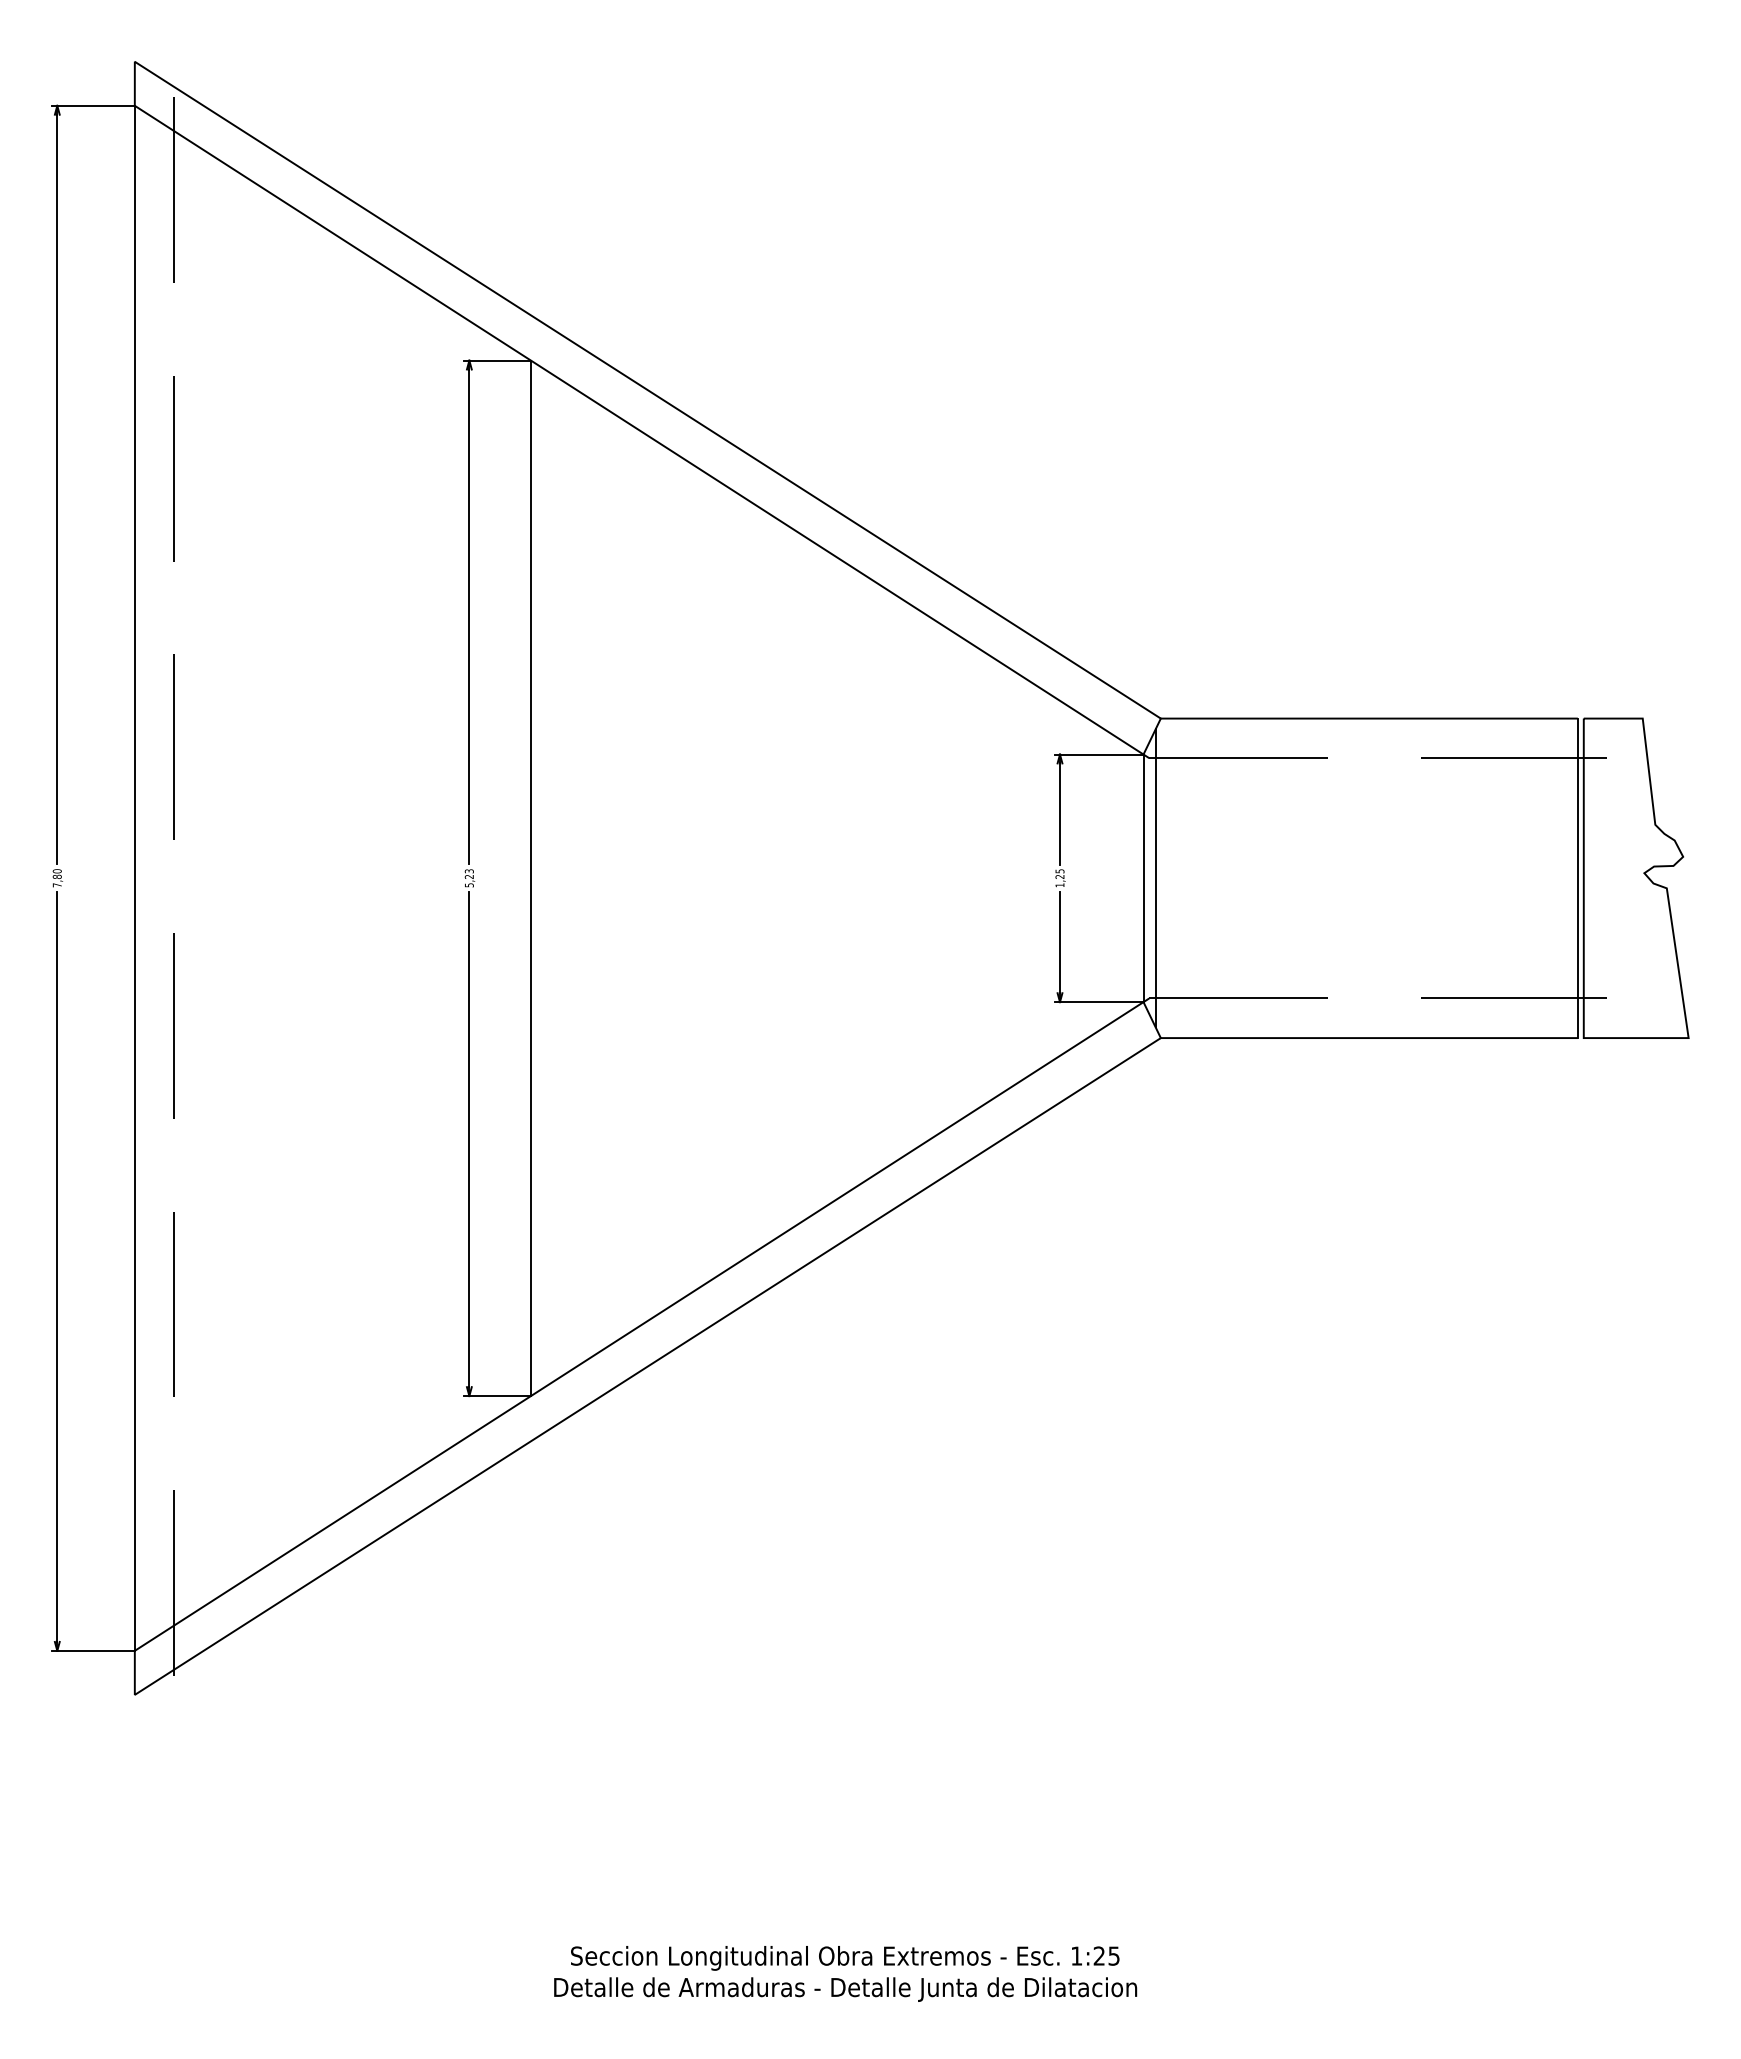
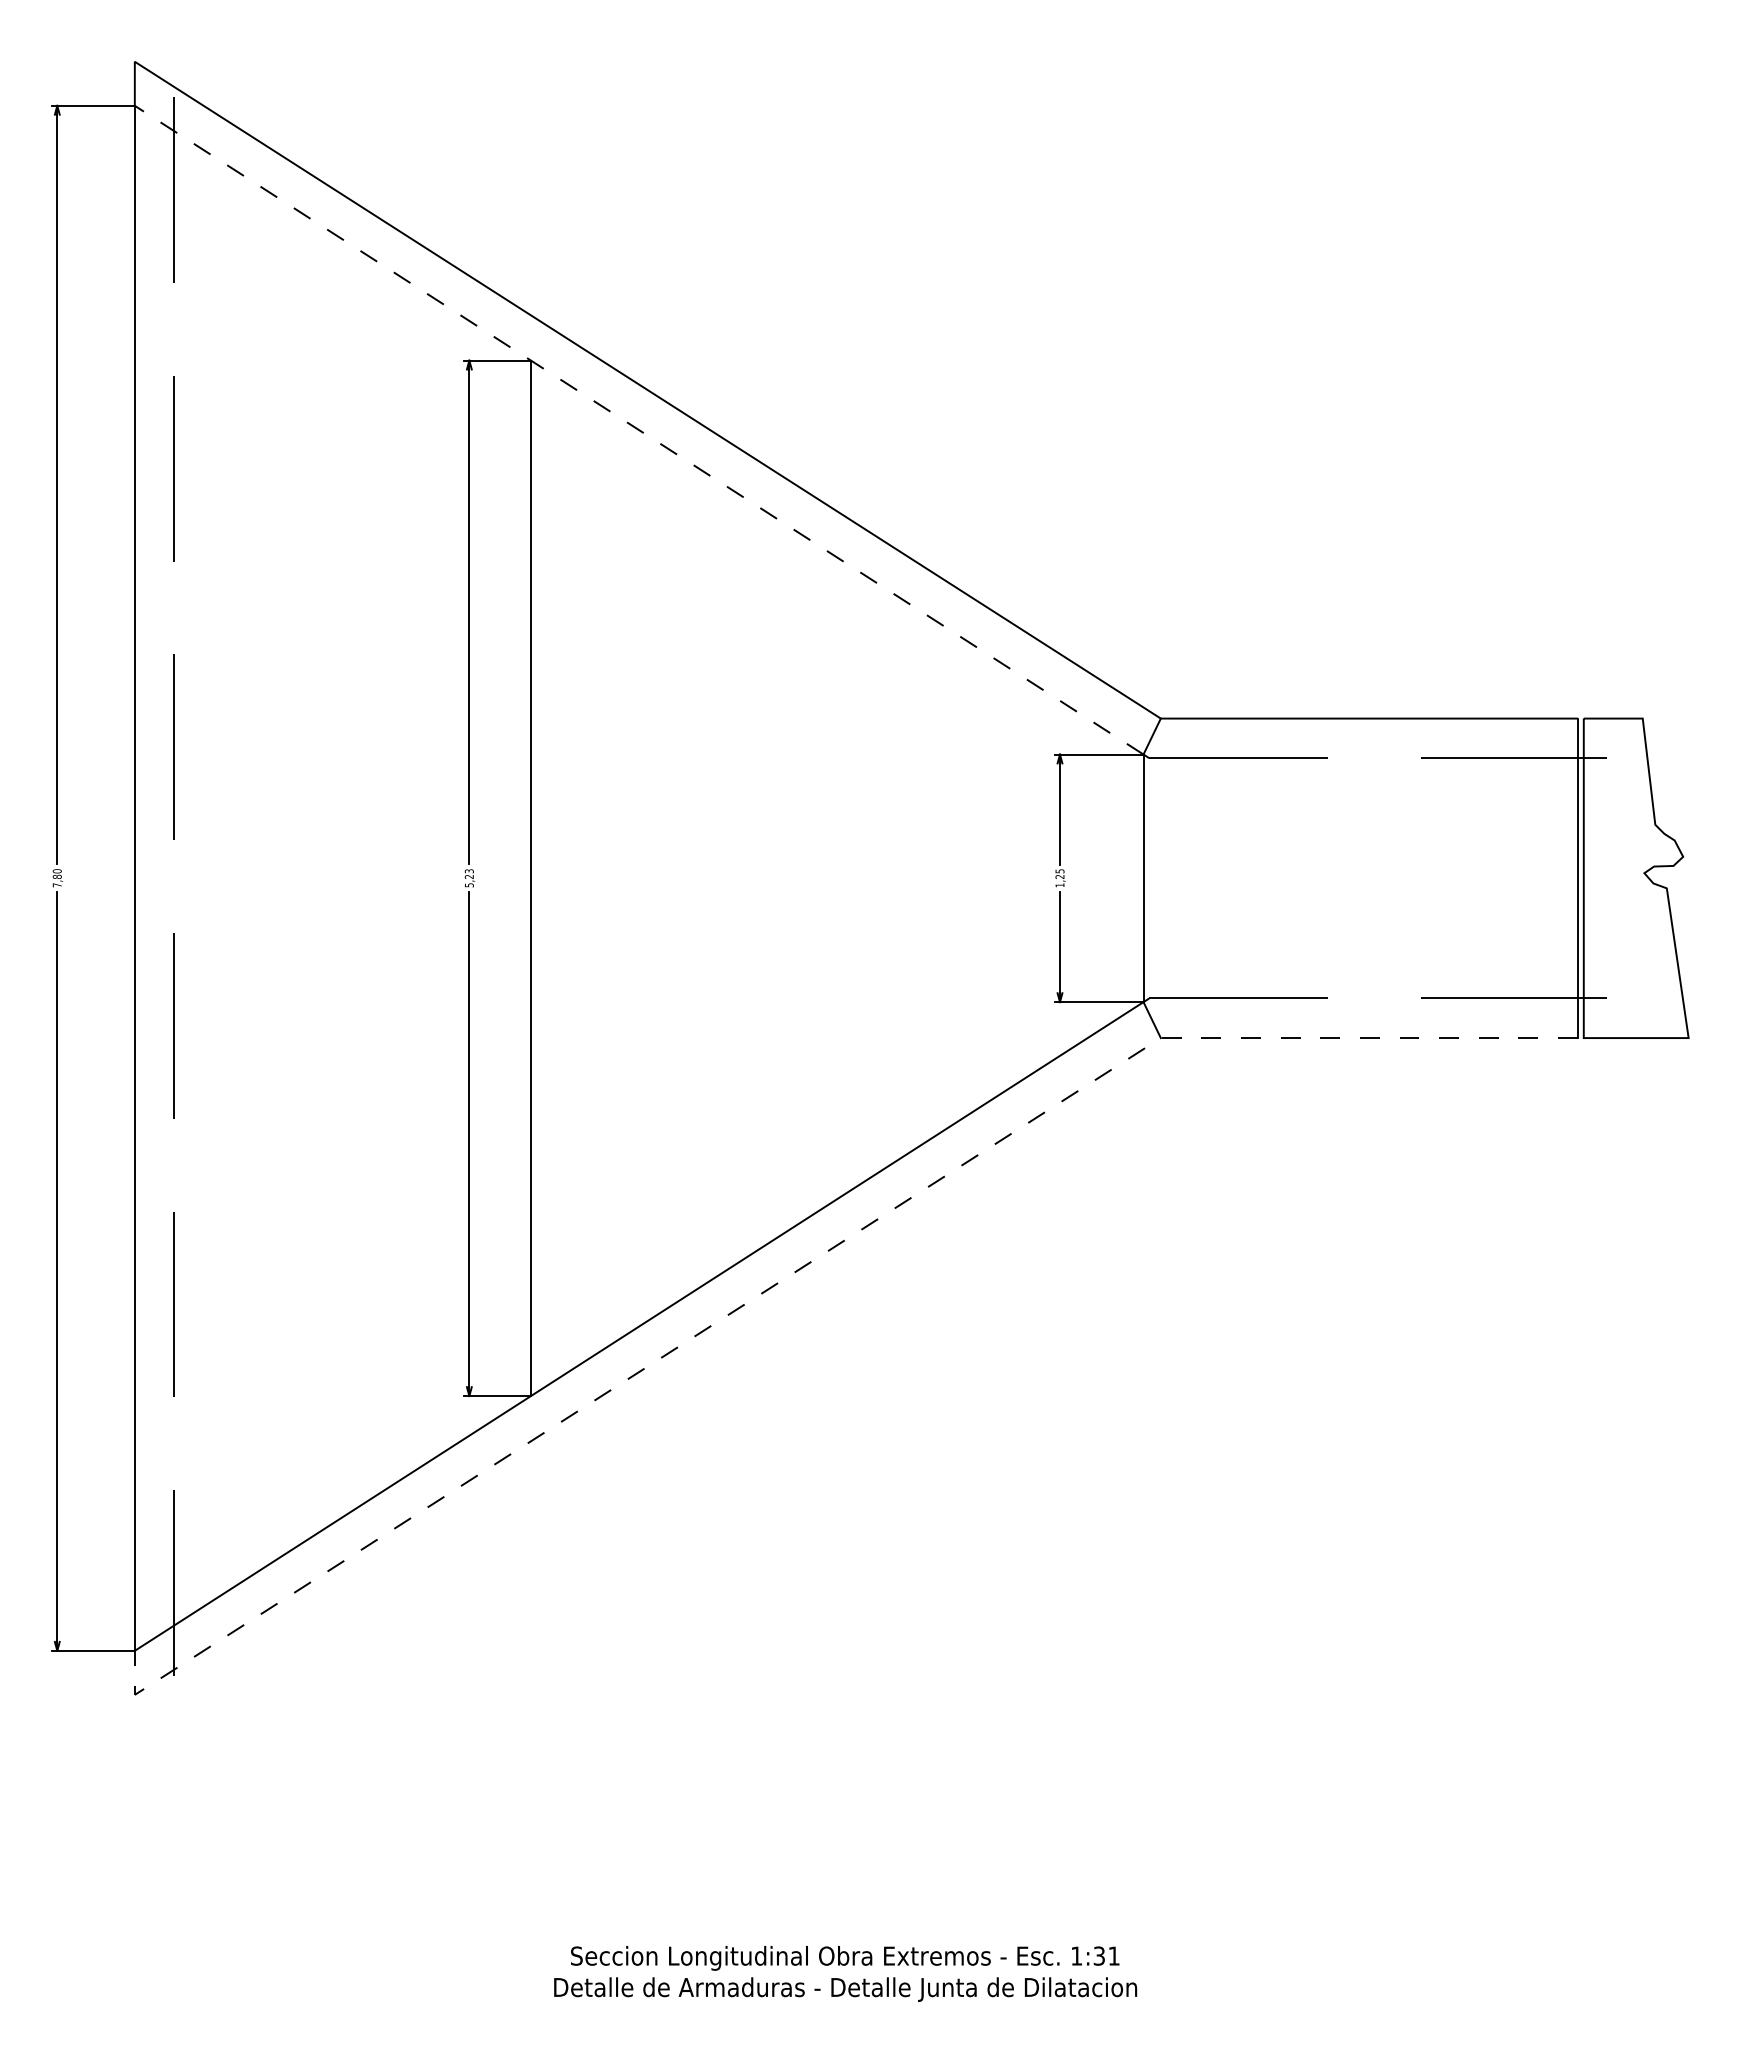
line at (639, 430): solid -> dashed
line at (1155, 878): present -> none
line at (804, 1266): solid -> dashed
text at (1106, 1955): 1:25 -> 1:31
